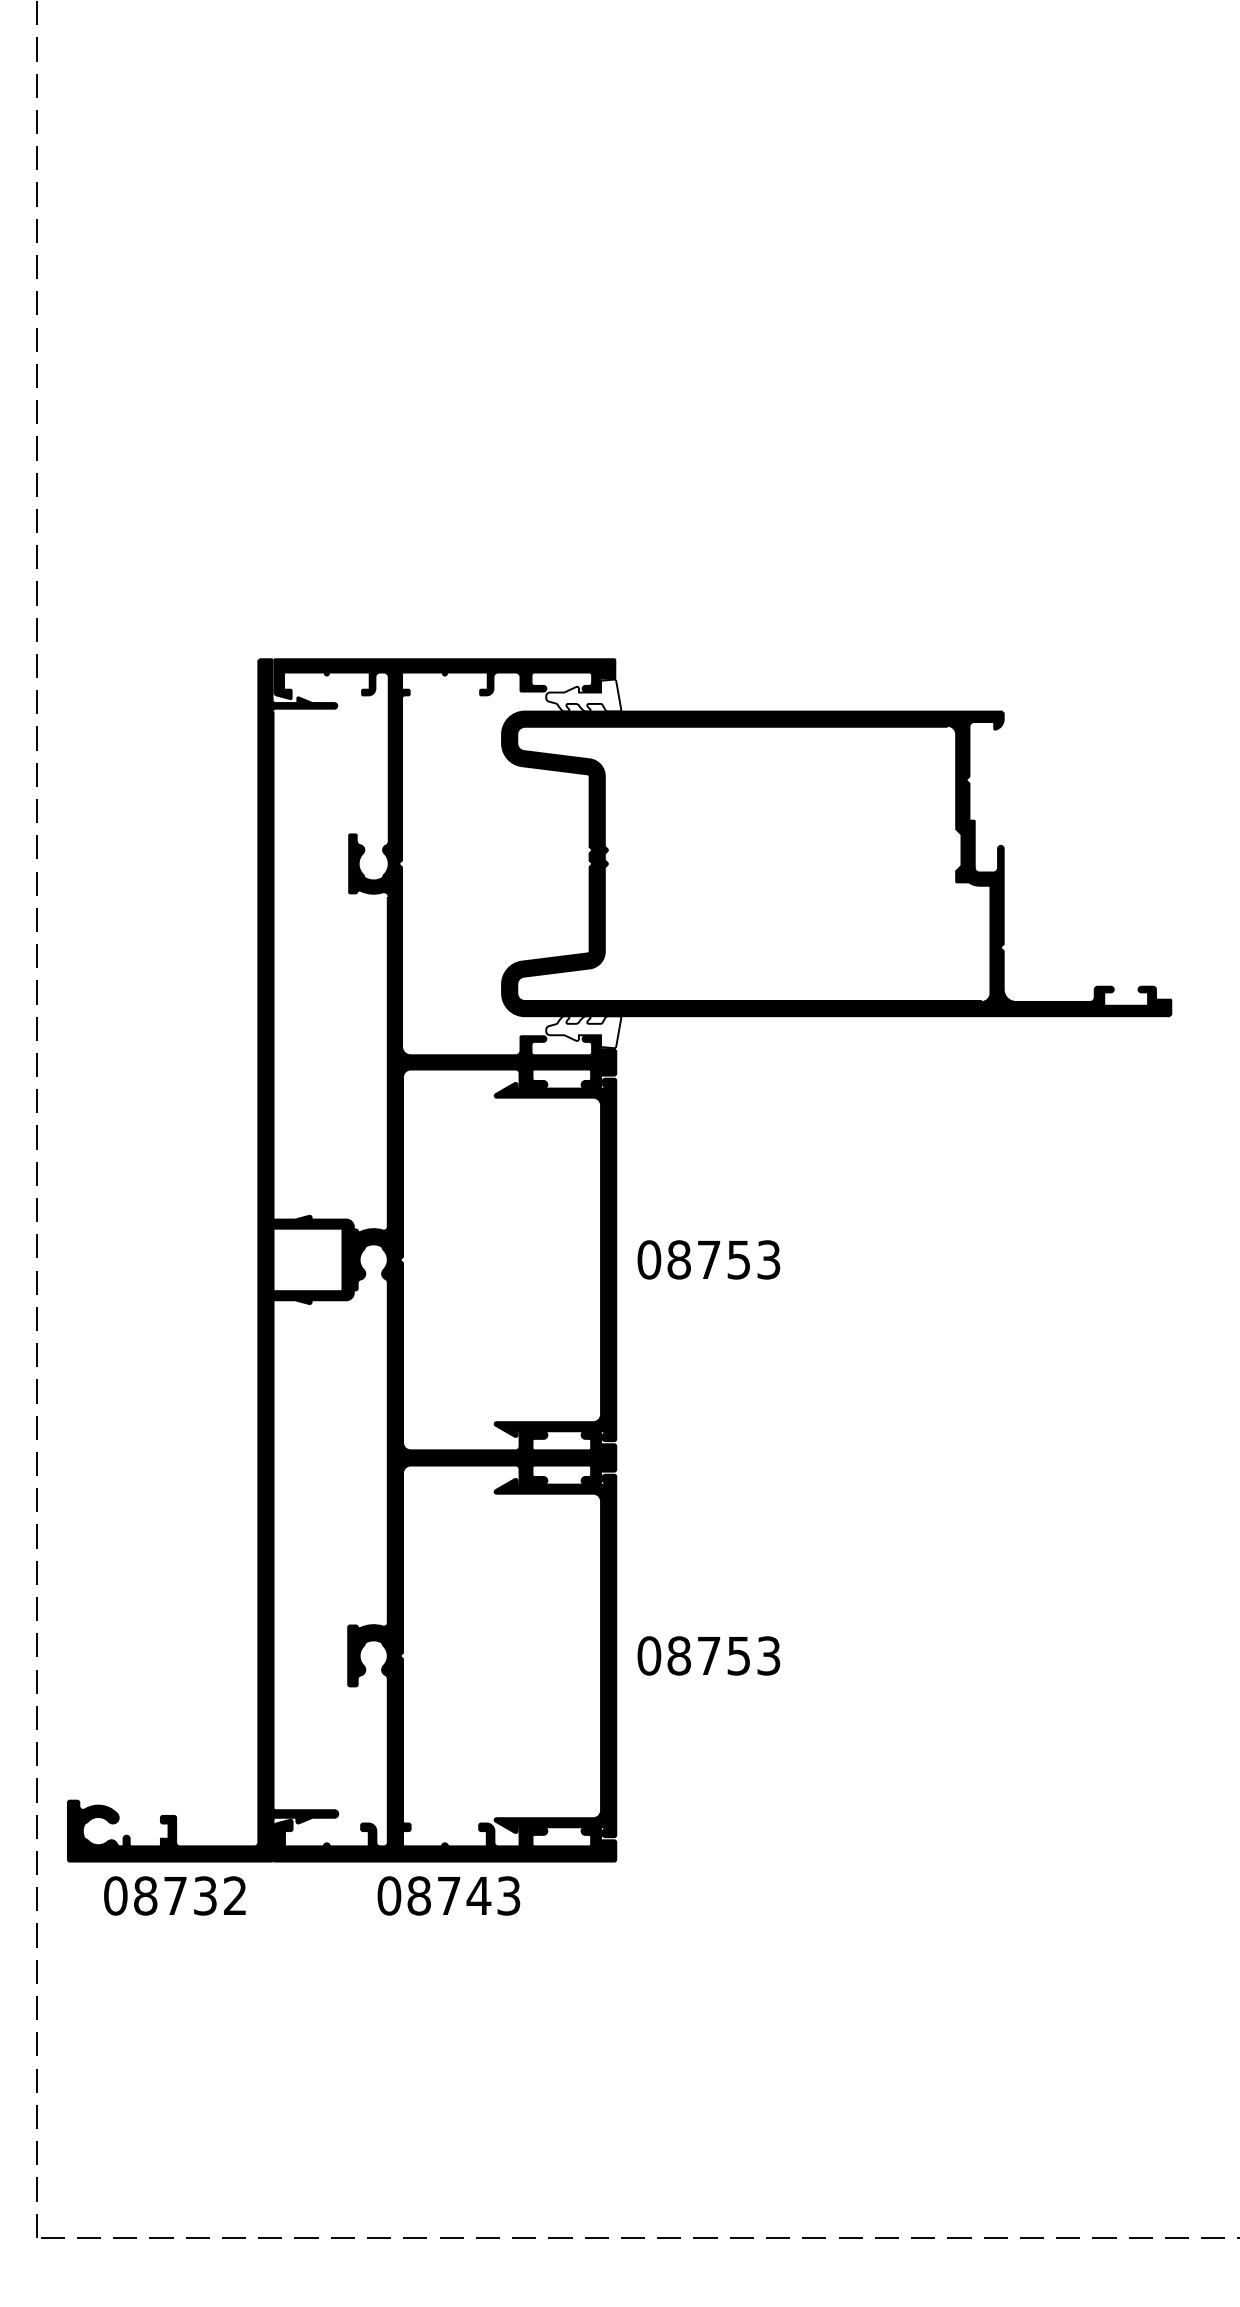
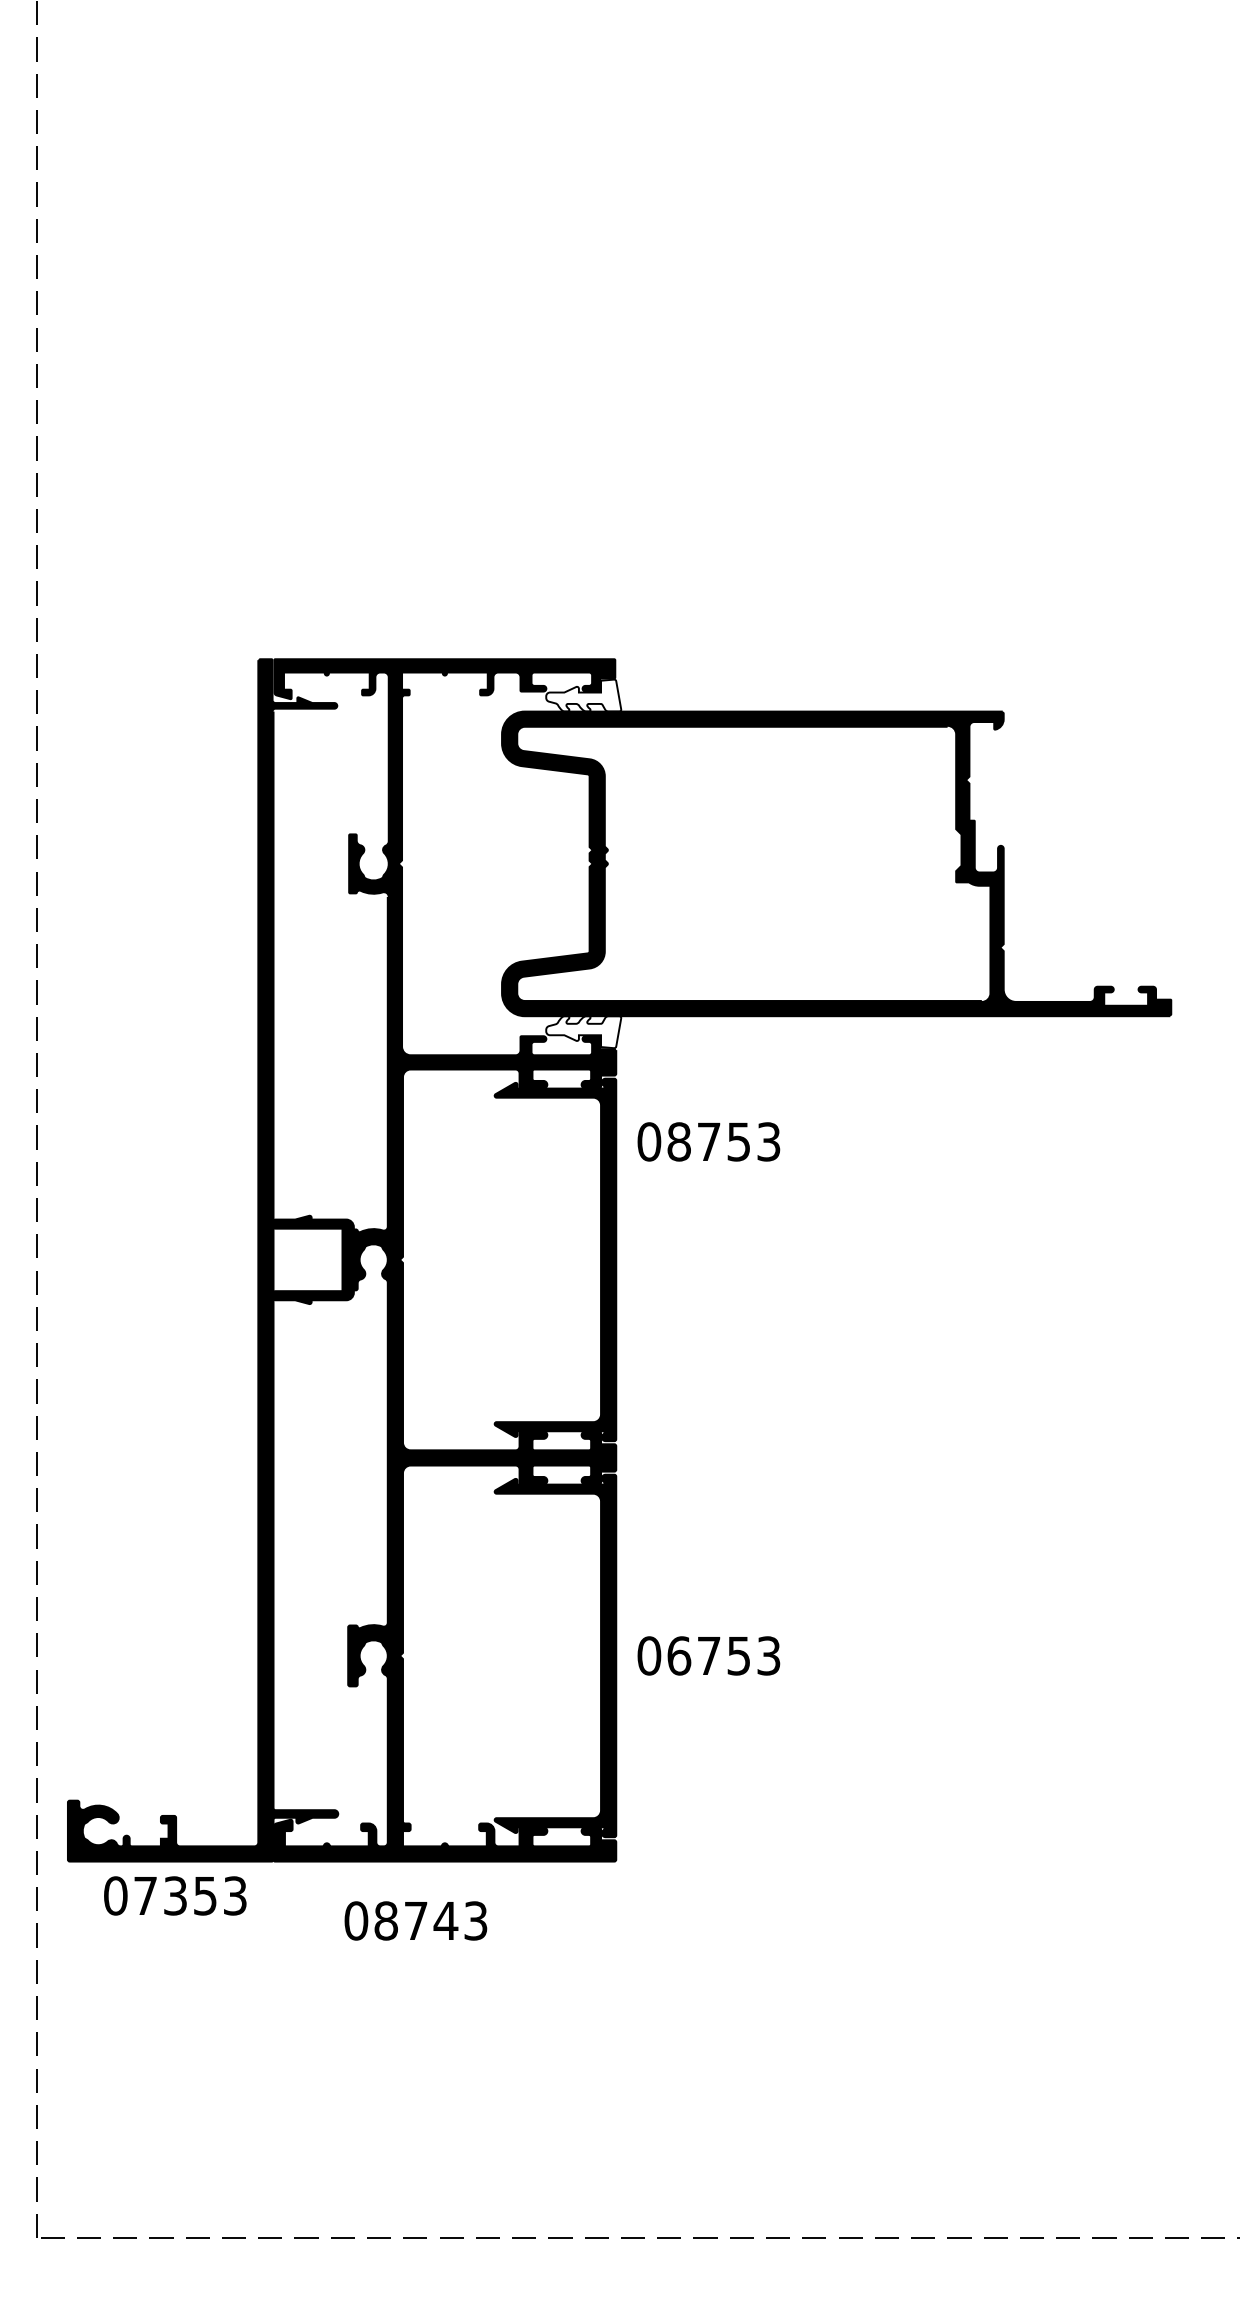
text at (708, 1259) position: (708, 1259) -> (708, 1141)
text at (679, 1655): 08753 -> 06753
text at (190, 1895): 08732 -> 07353
text at (448, 1895) position: (448, 1895) -> (415, 1920)
